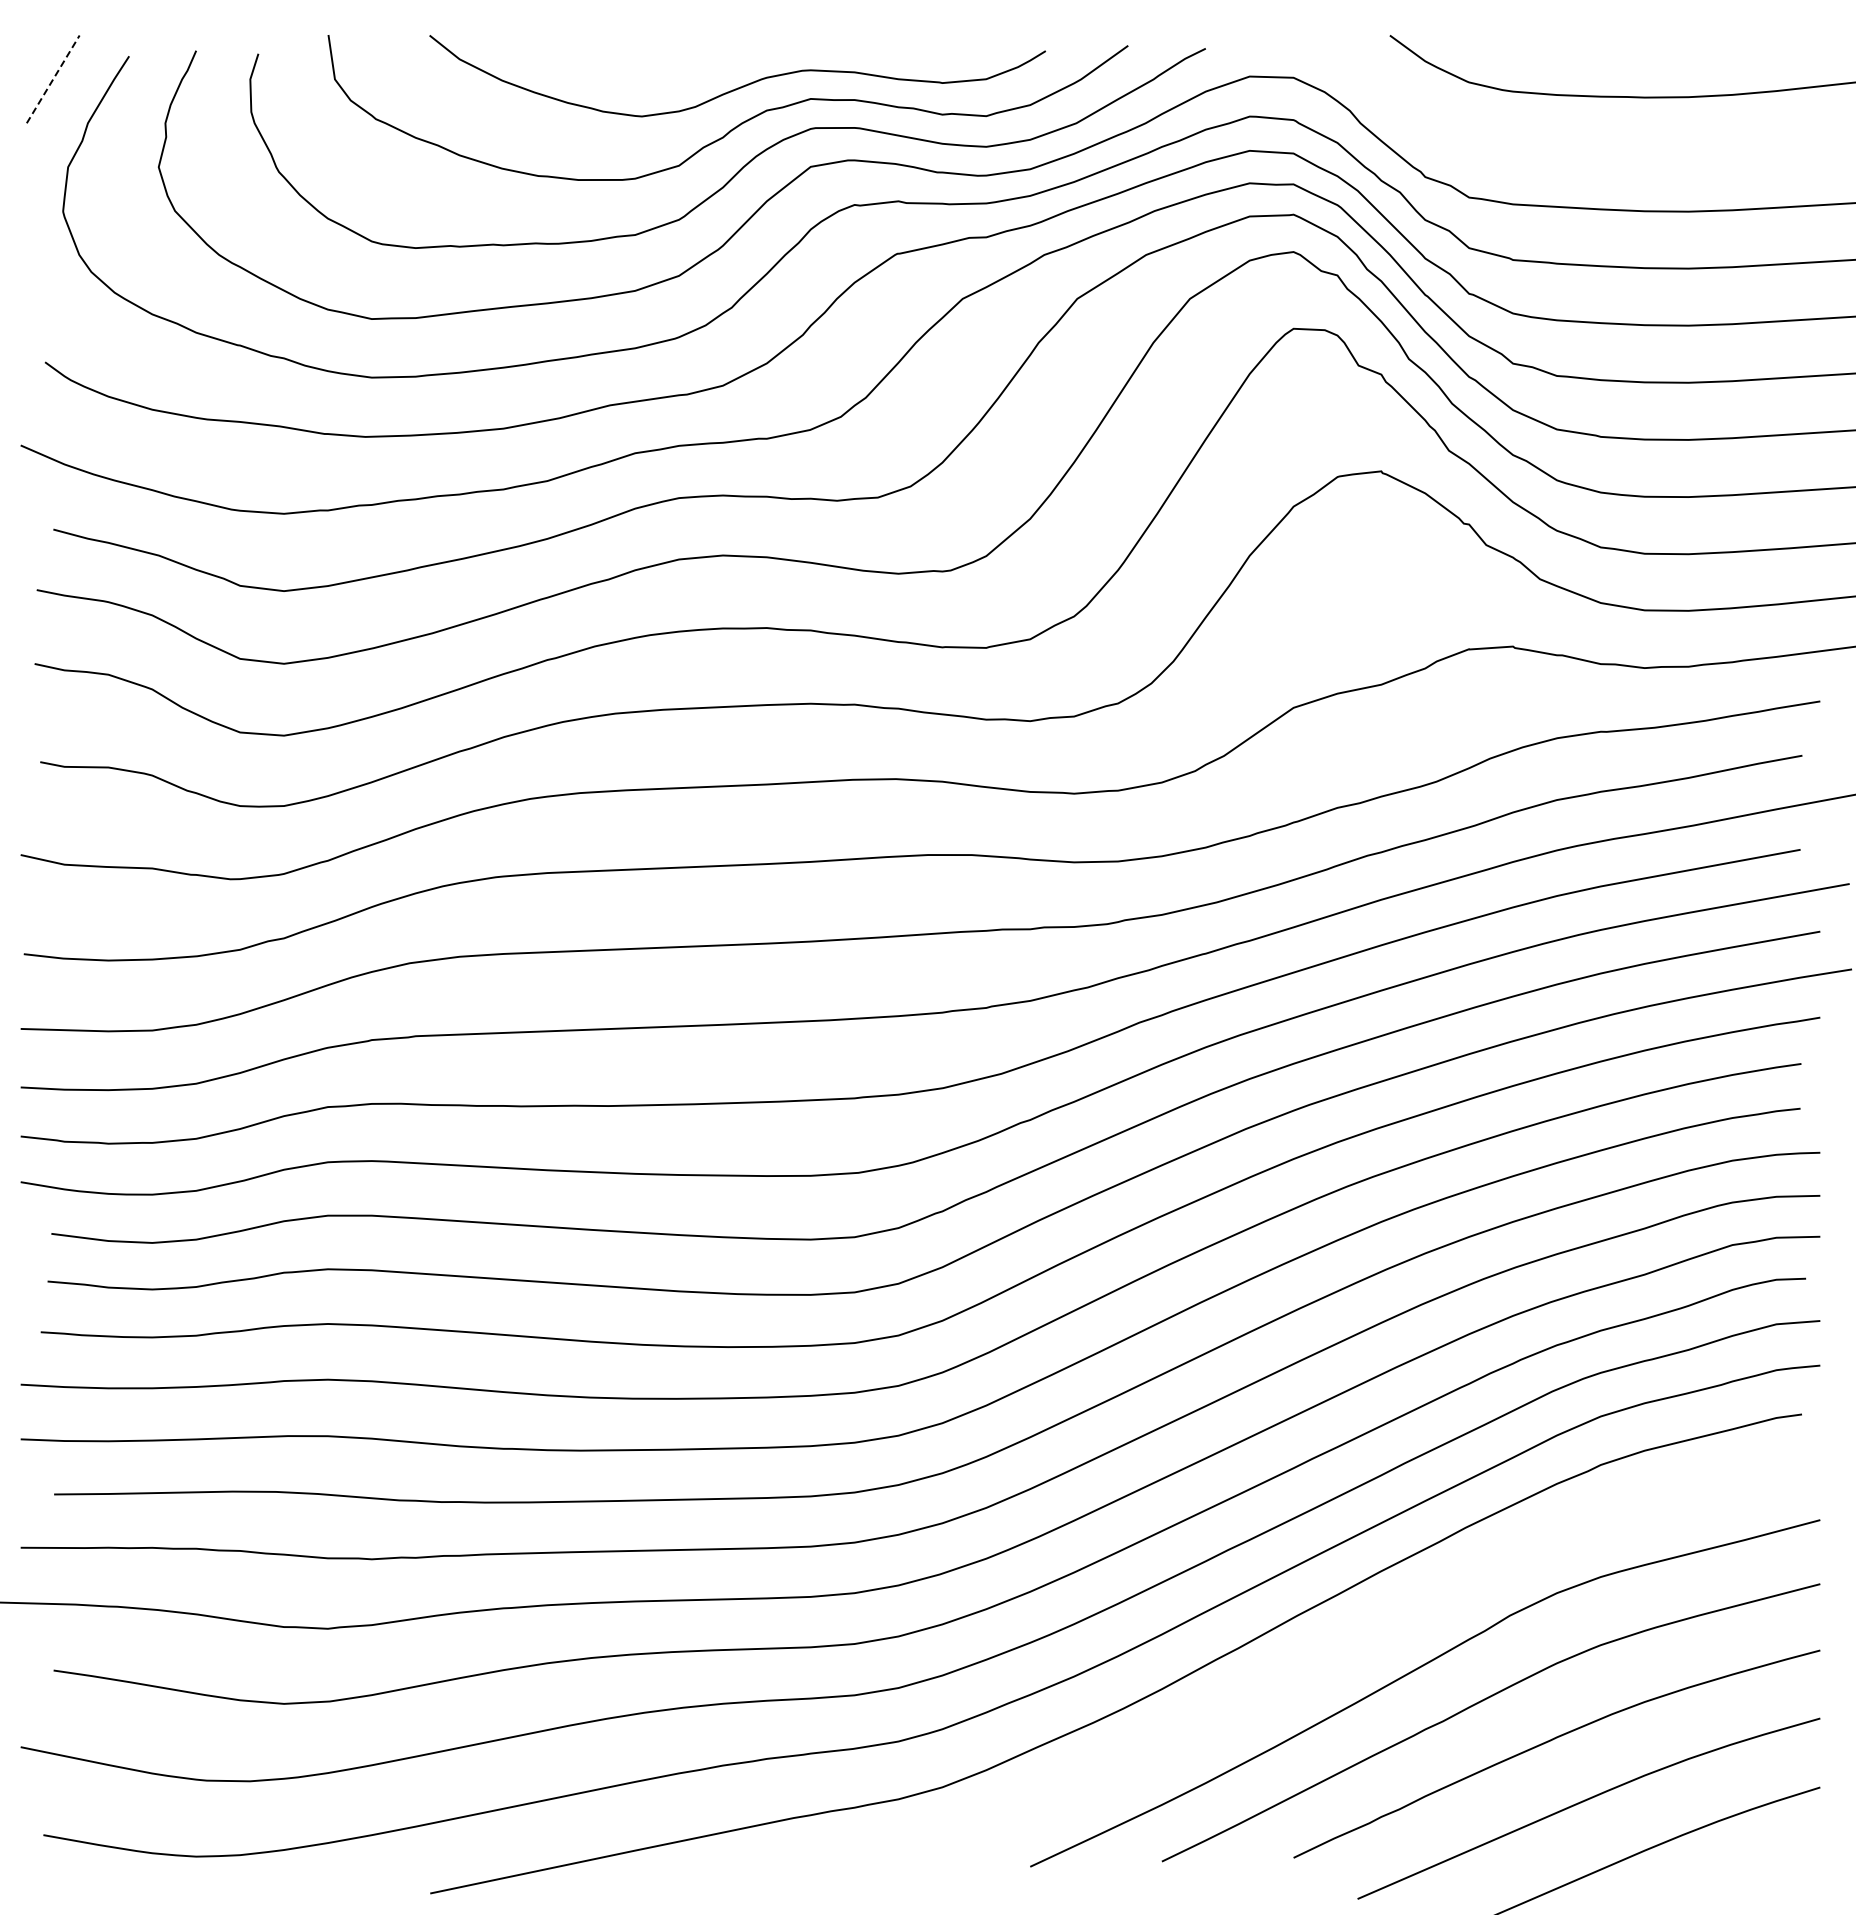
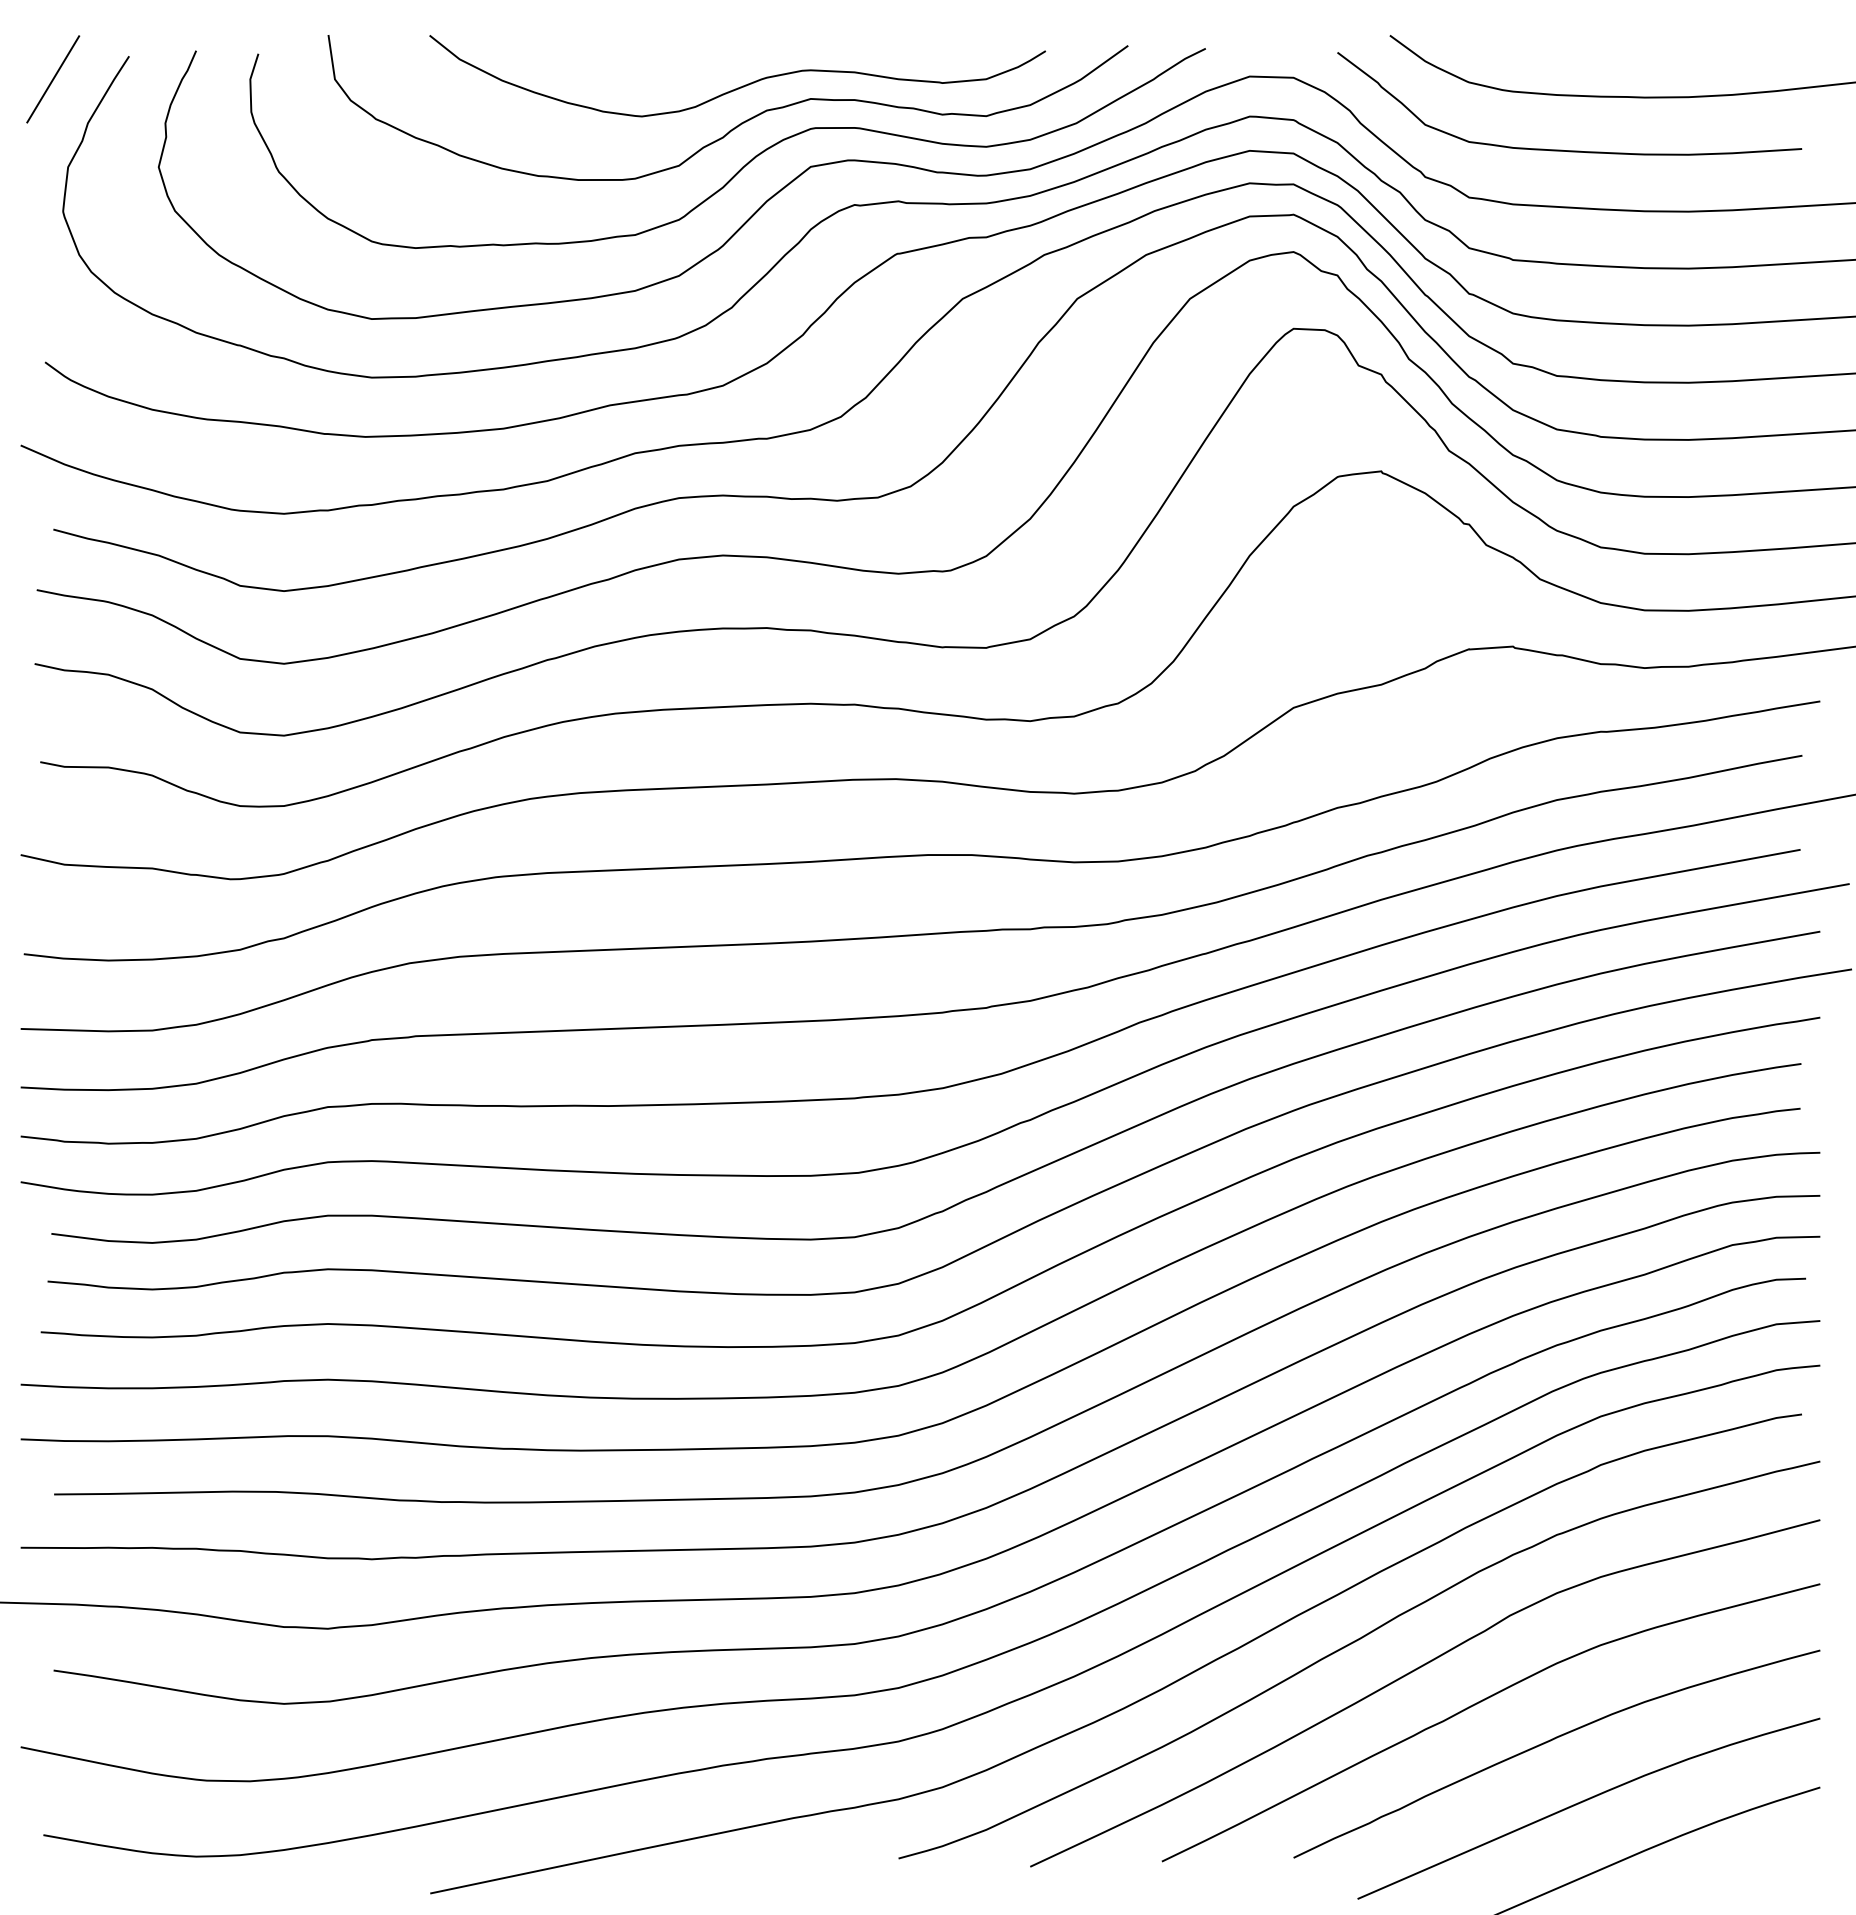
line at (53, 78): dashed -> solid
curve at (1562, 149): none -> present
curve at (1351, 1644): none -> present
